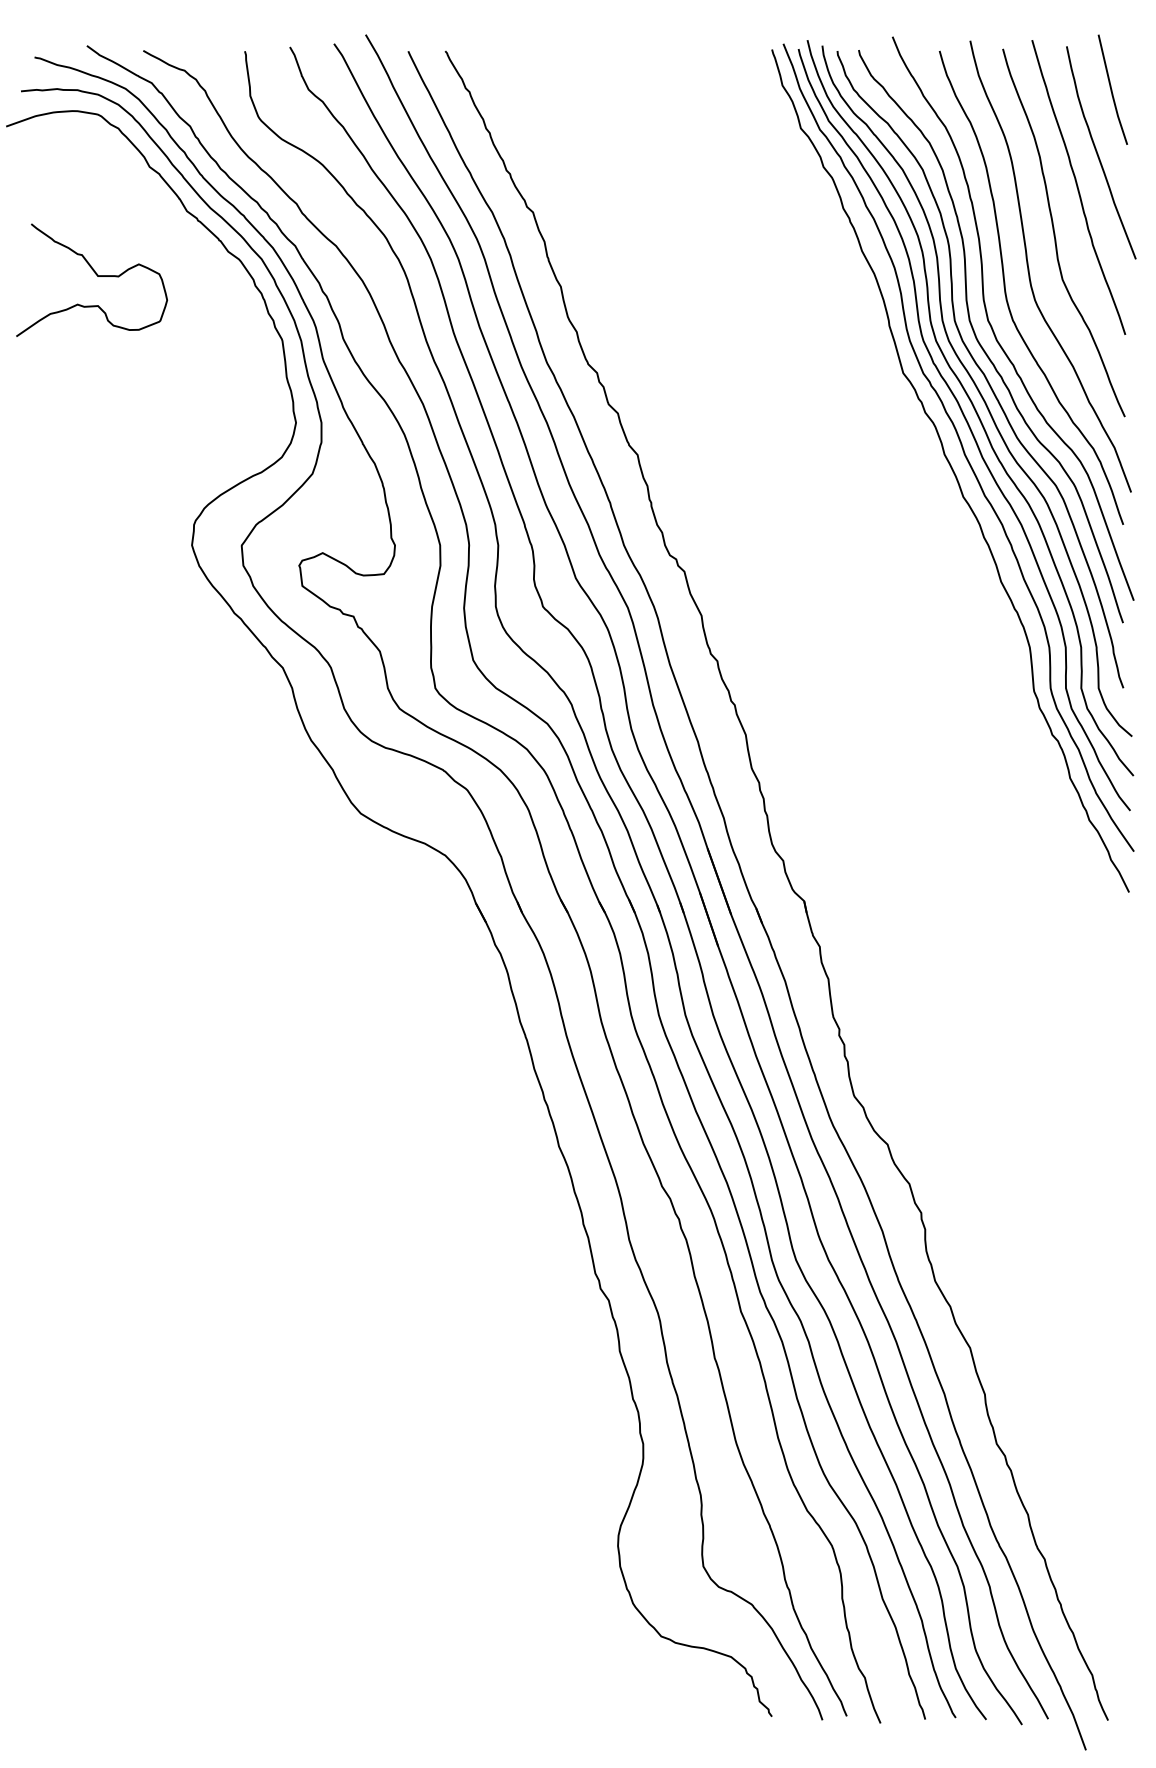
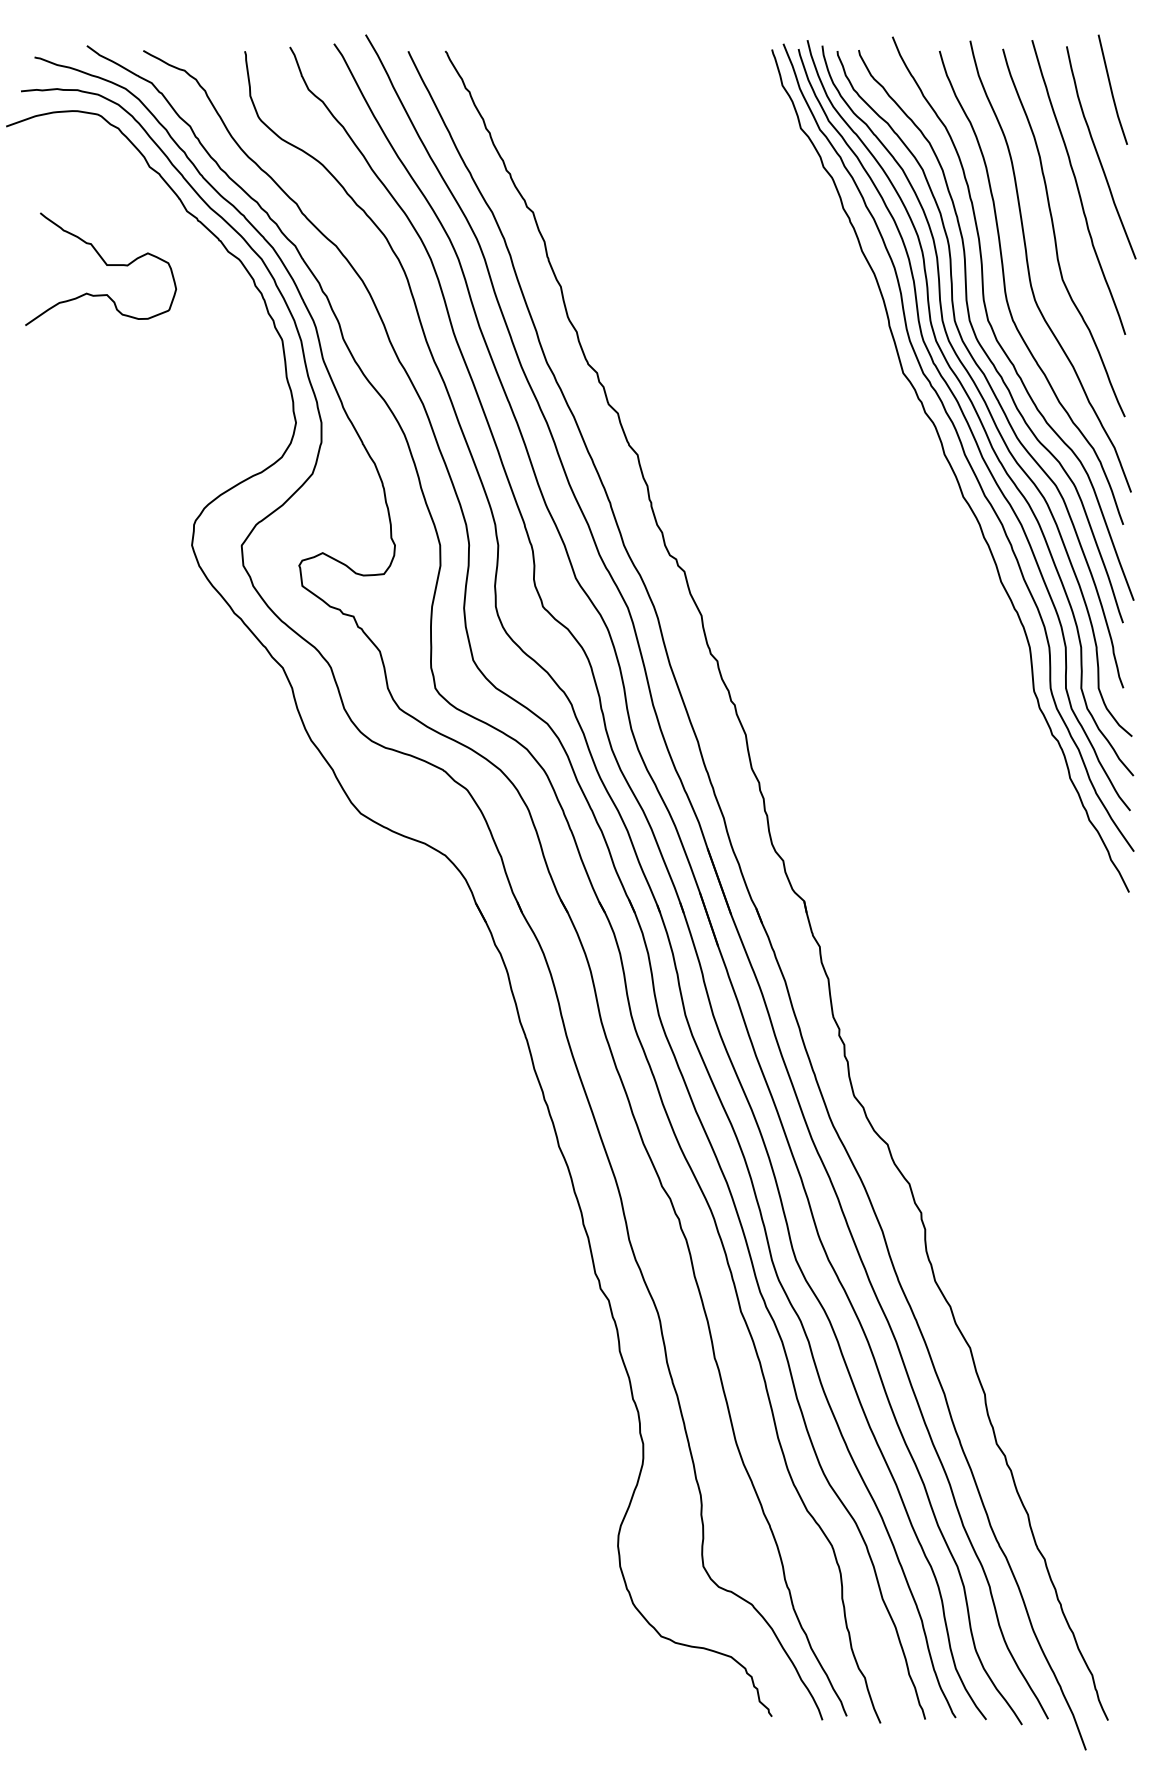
curve at (96, 275) position: (96, 275) -> (105, 264)
